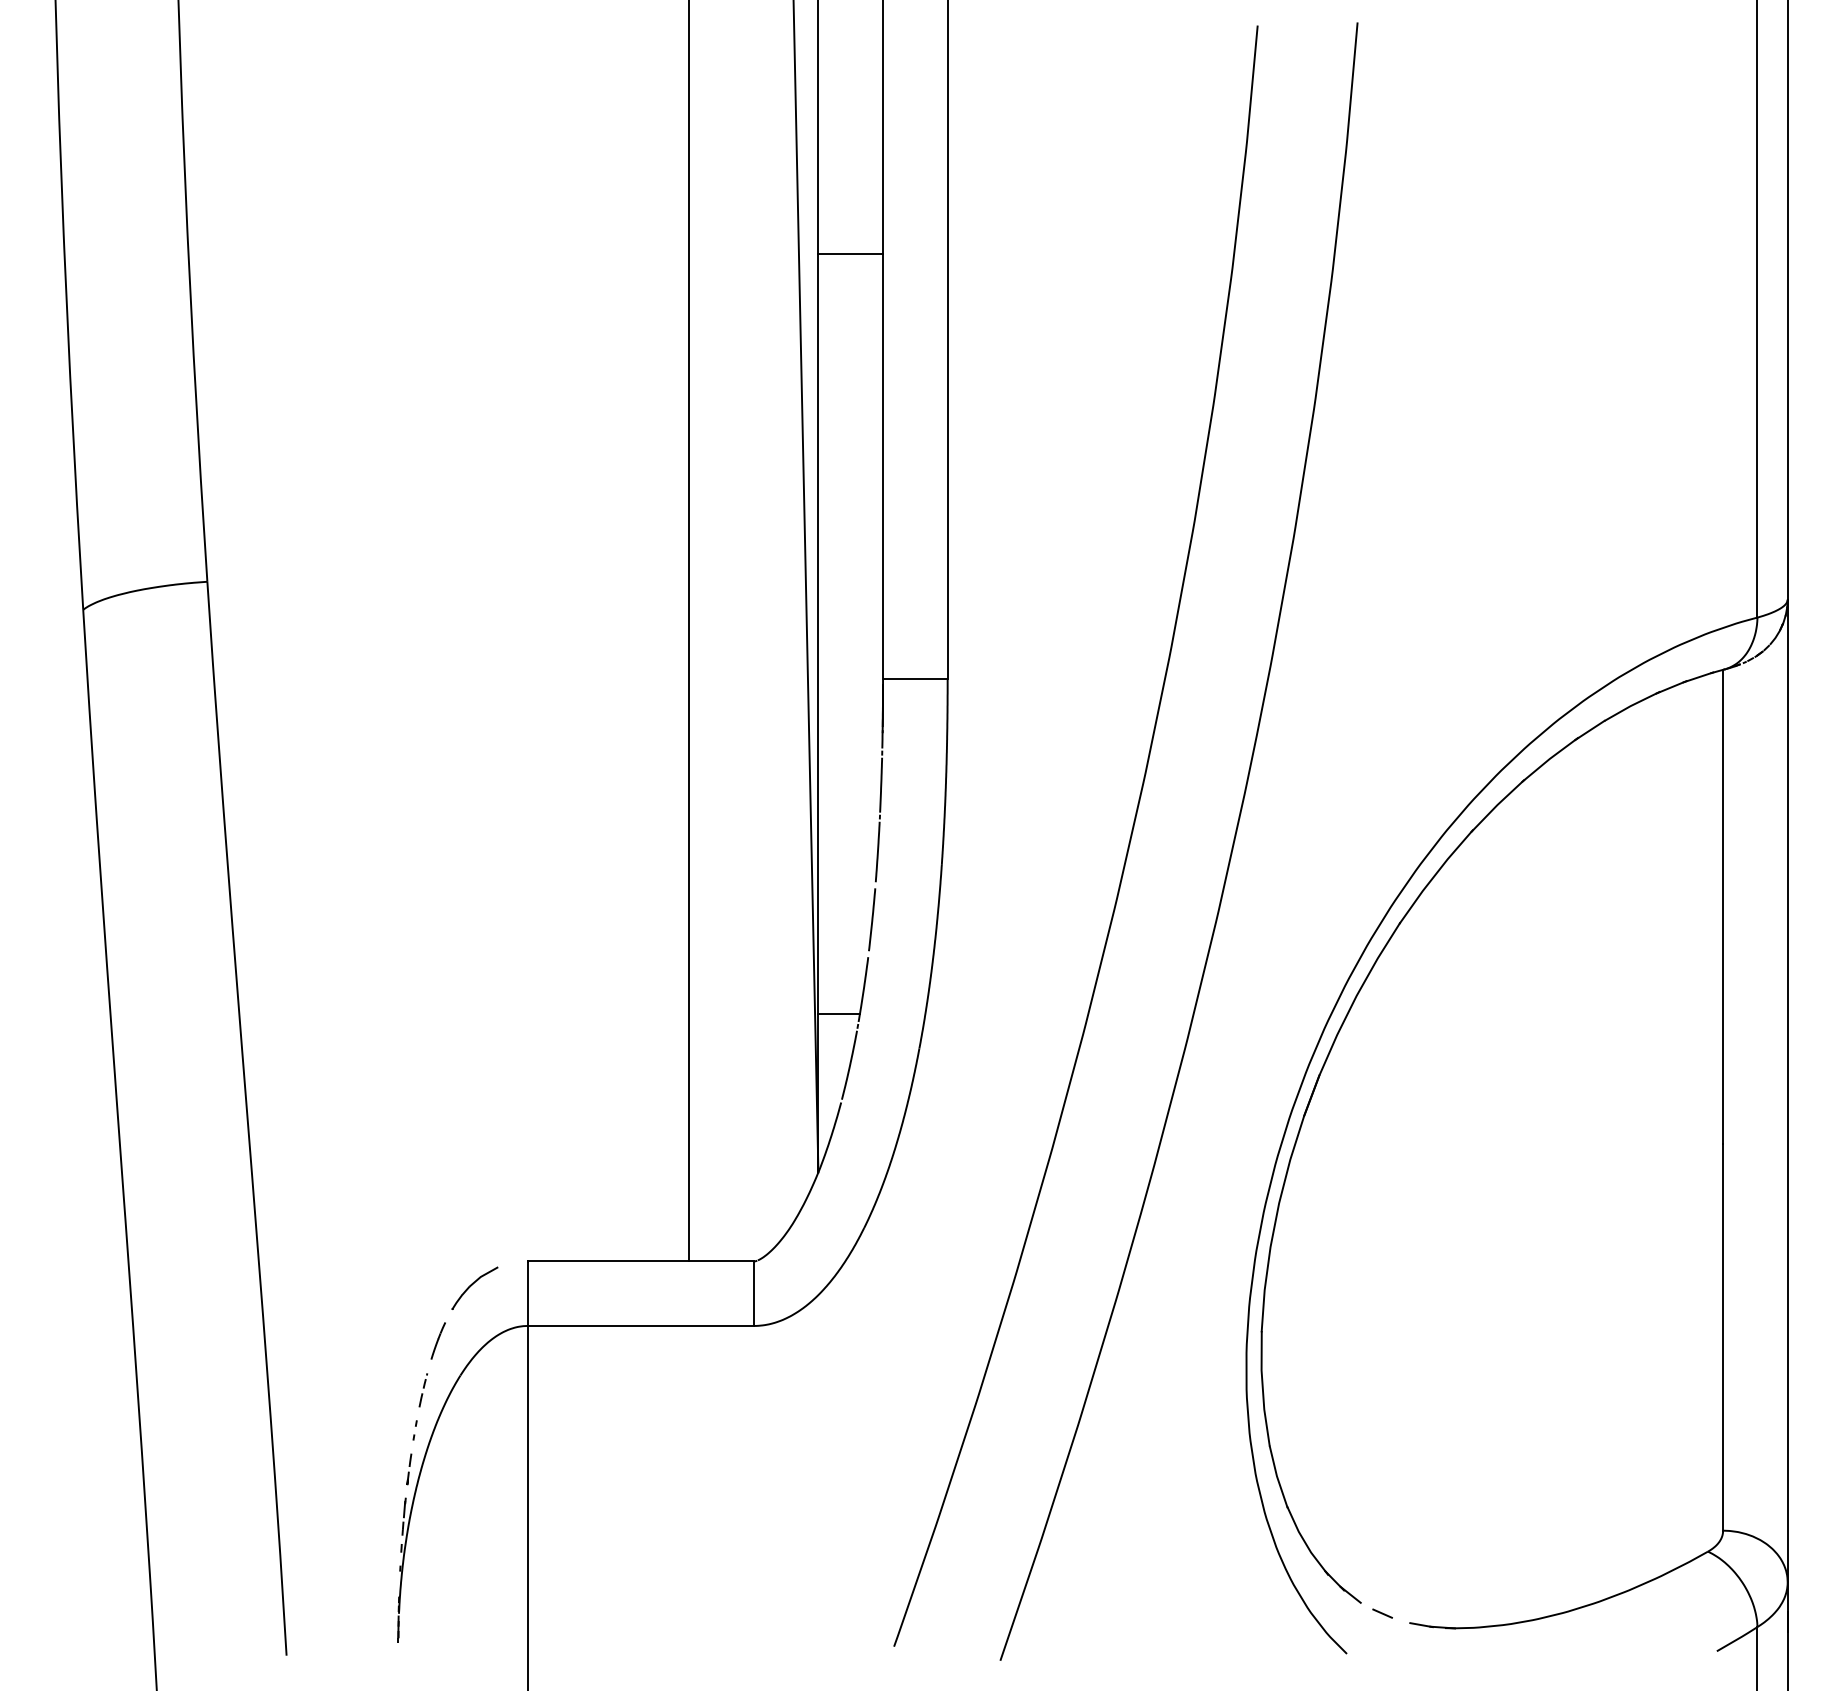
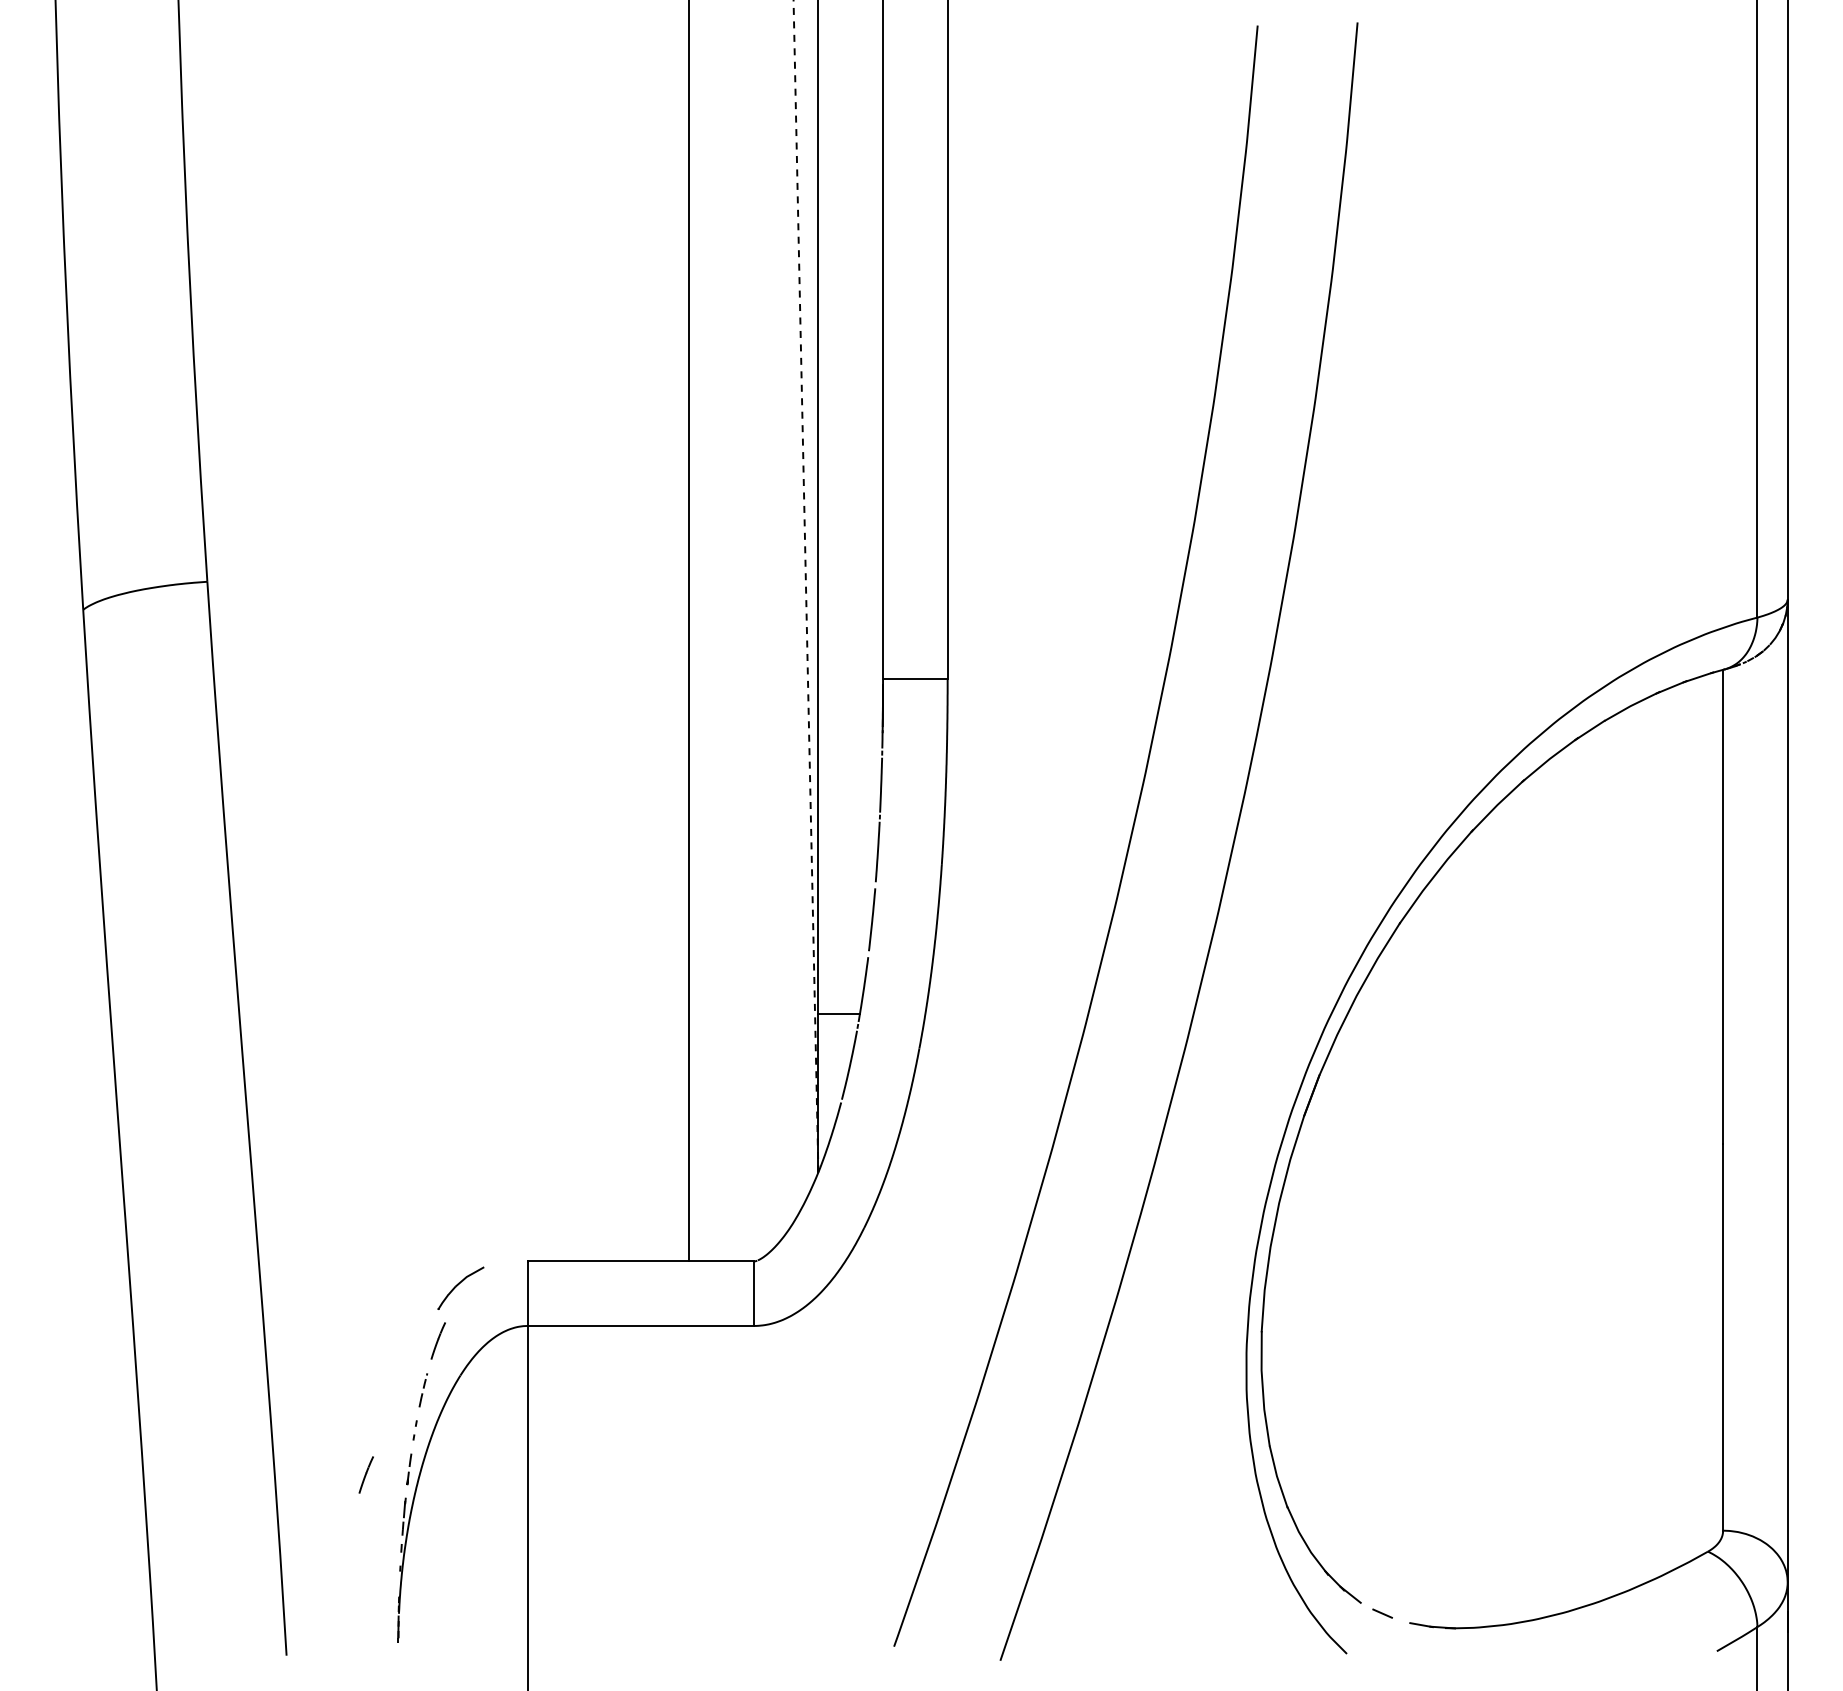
line at (850, 254): present -> none
line at (805, 585): solid -> dashed
part at (474, 1287) position: (474, 1287) -> (460, 1287)
line at (365, 1474): none -> present
